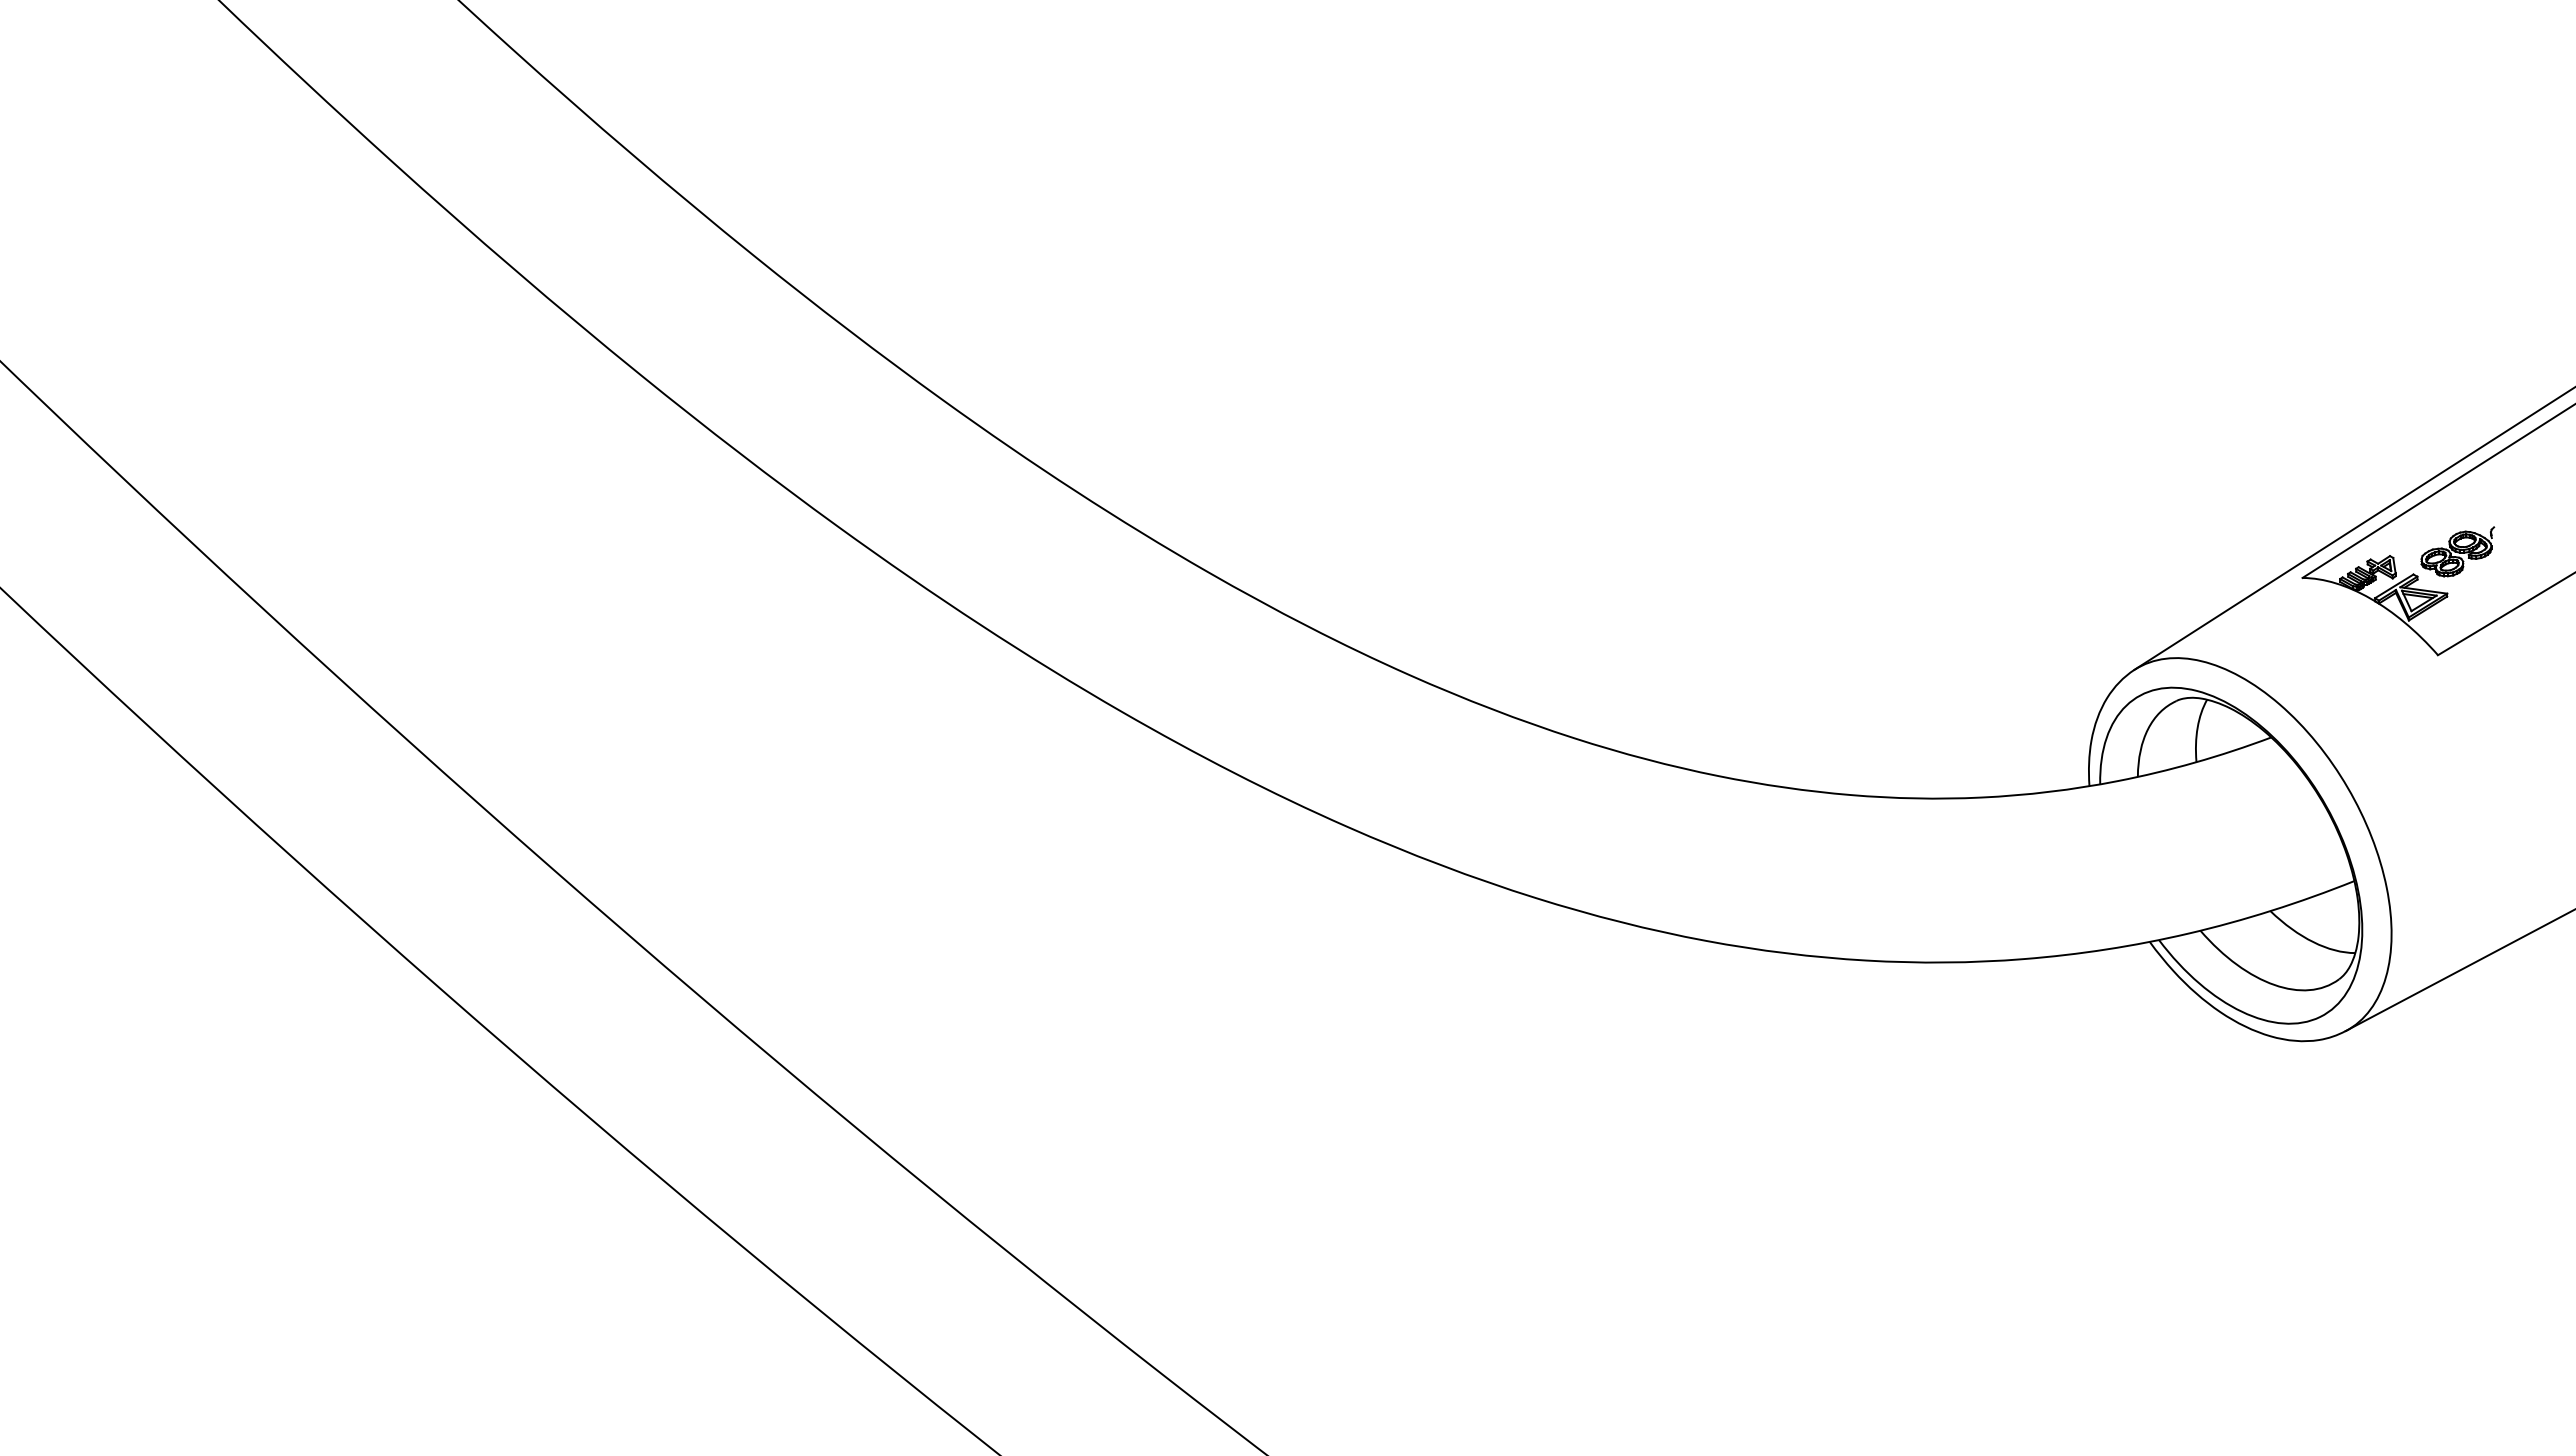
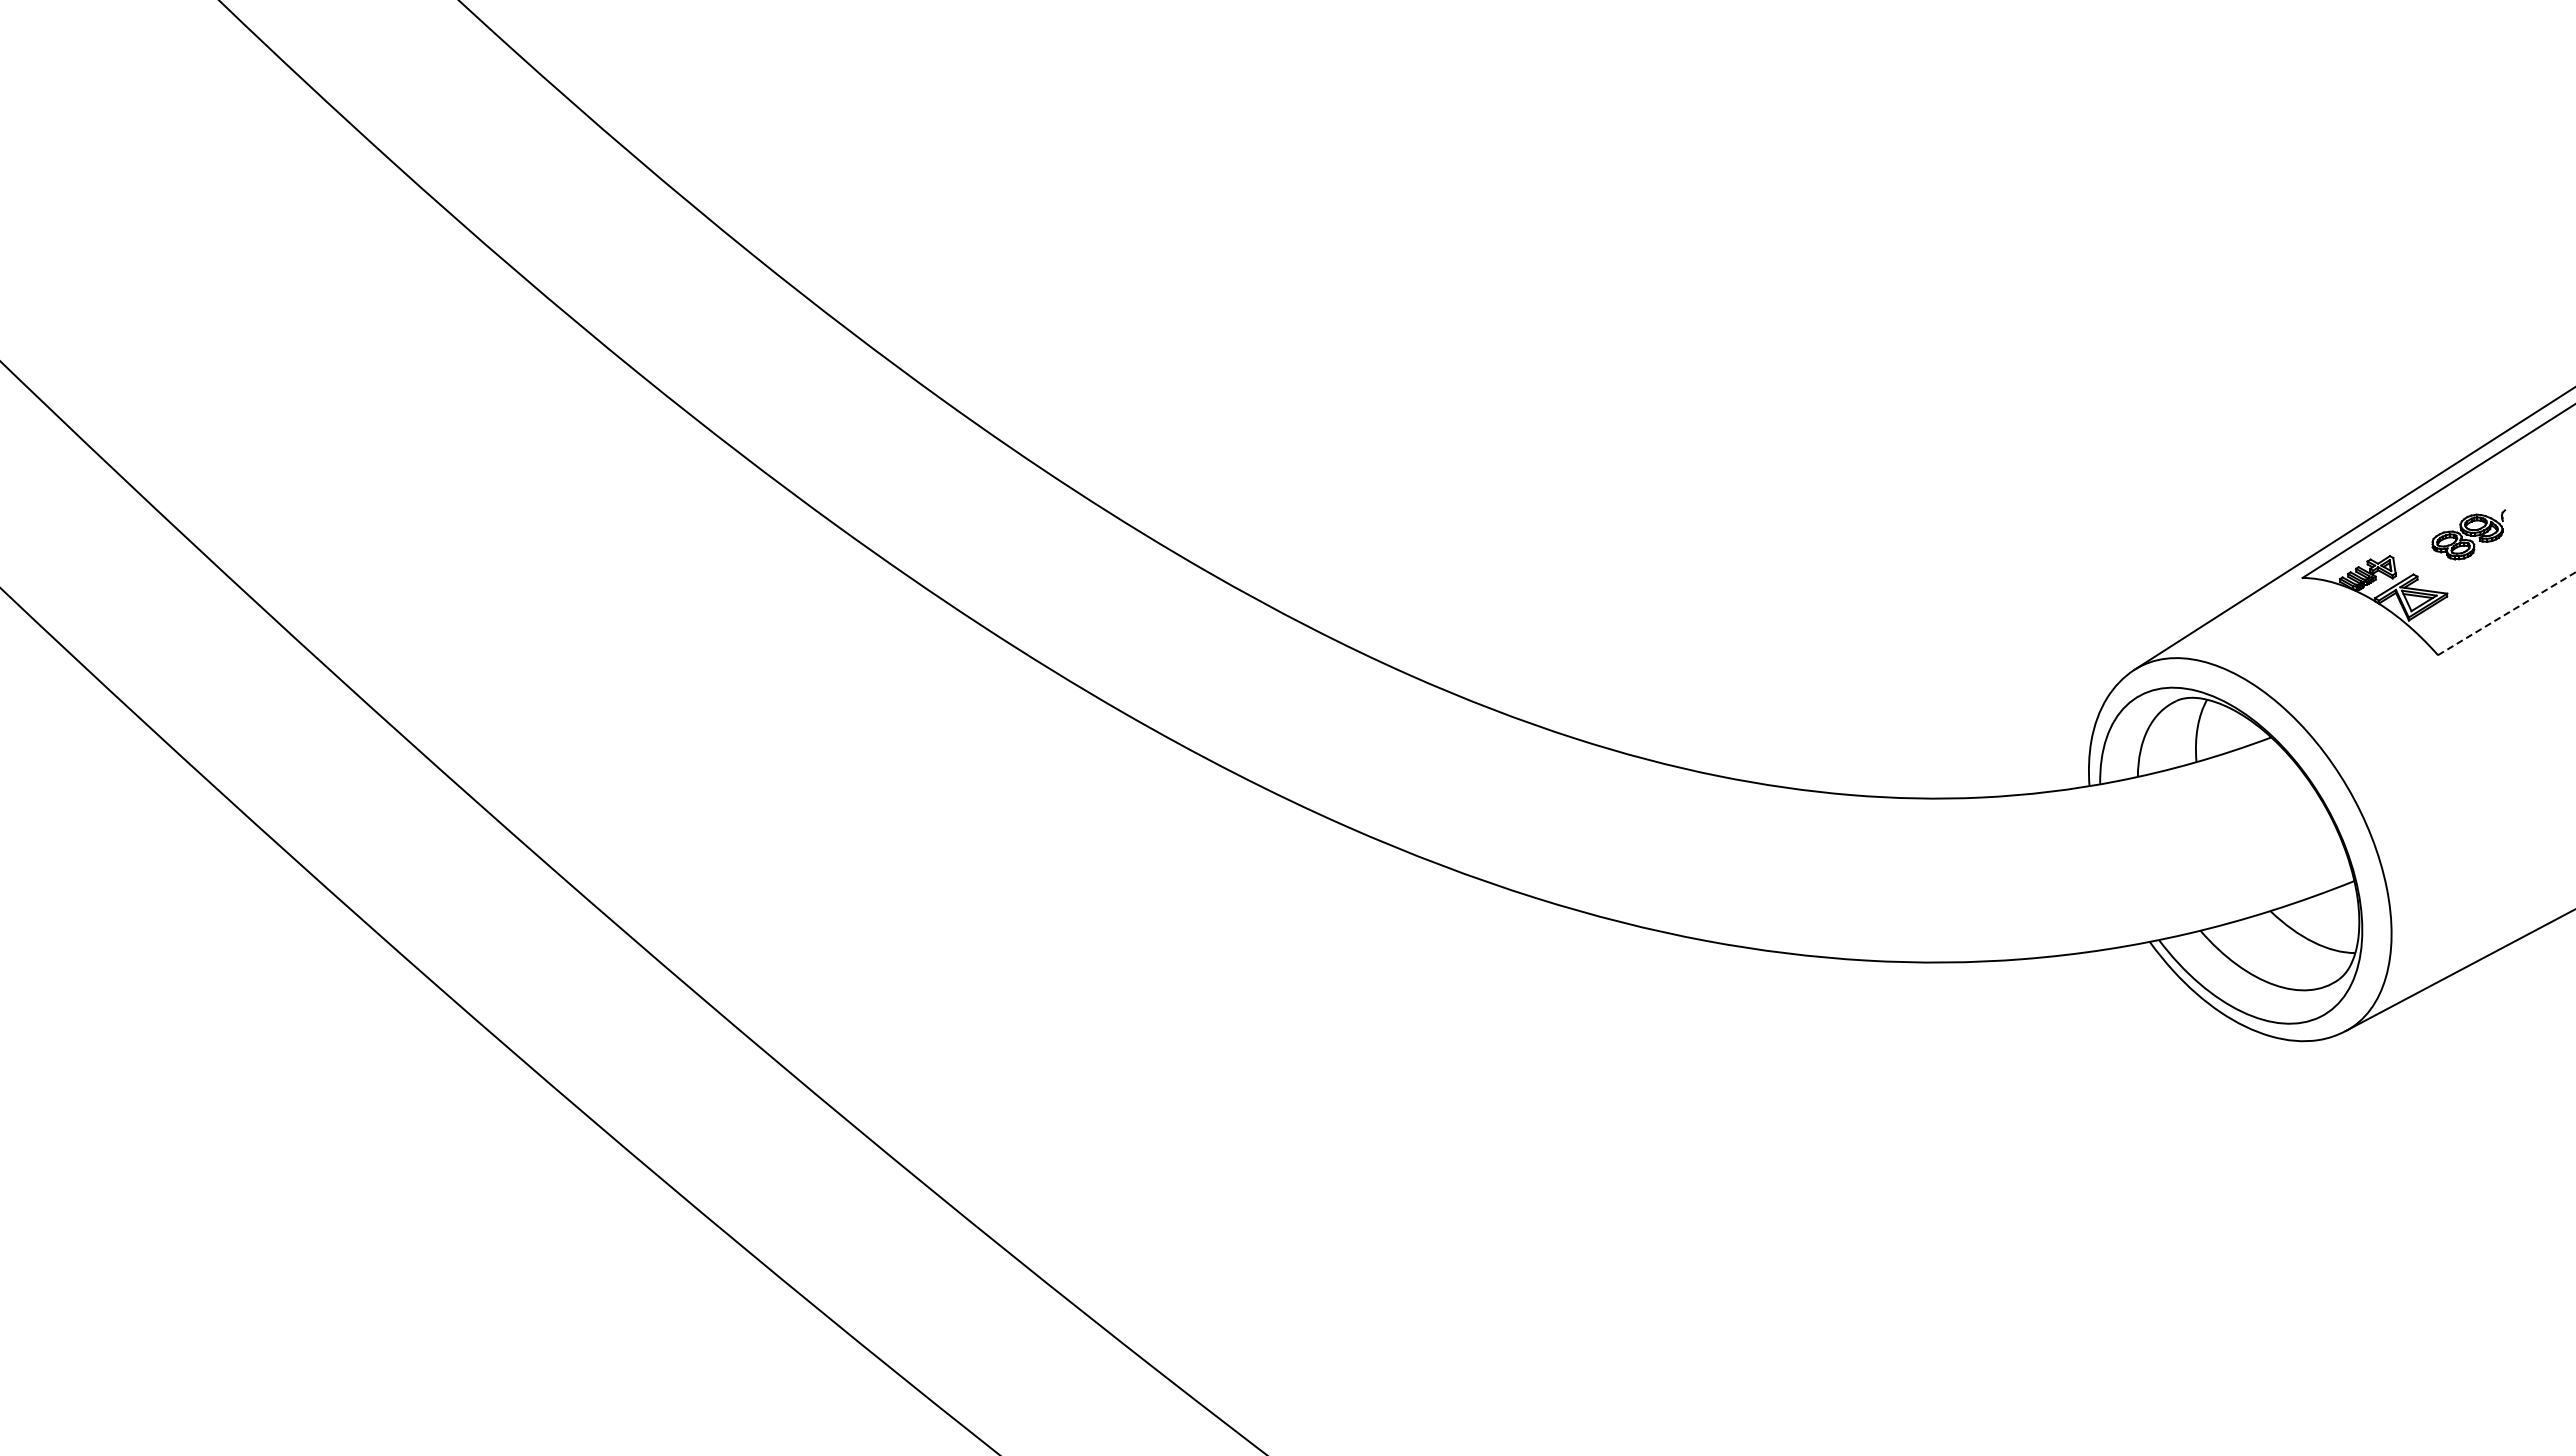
part at (2457, 551) position: (2457, 551) -> (2468, 534)
line at (2507, 613): solid -> dashed
